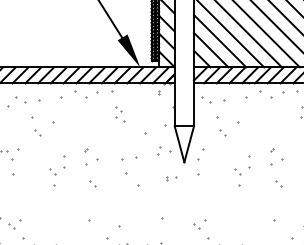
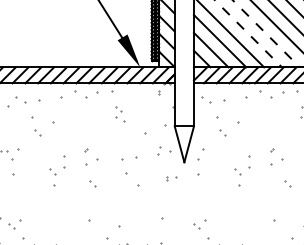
line at (248, 34): solid -> dashed
line at (266, 34): solid -> dashed
part at (278, 183) position: (278, 183) -> (287, 183)
